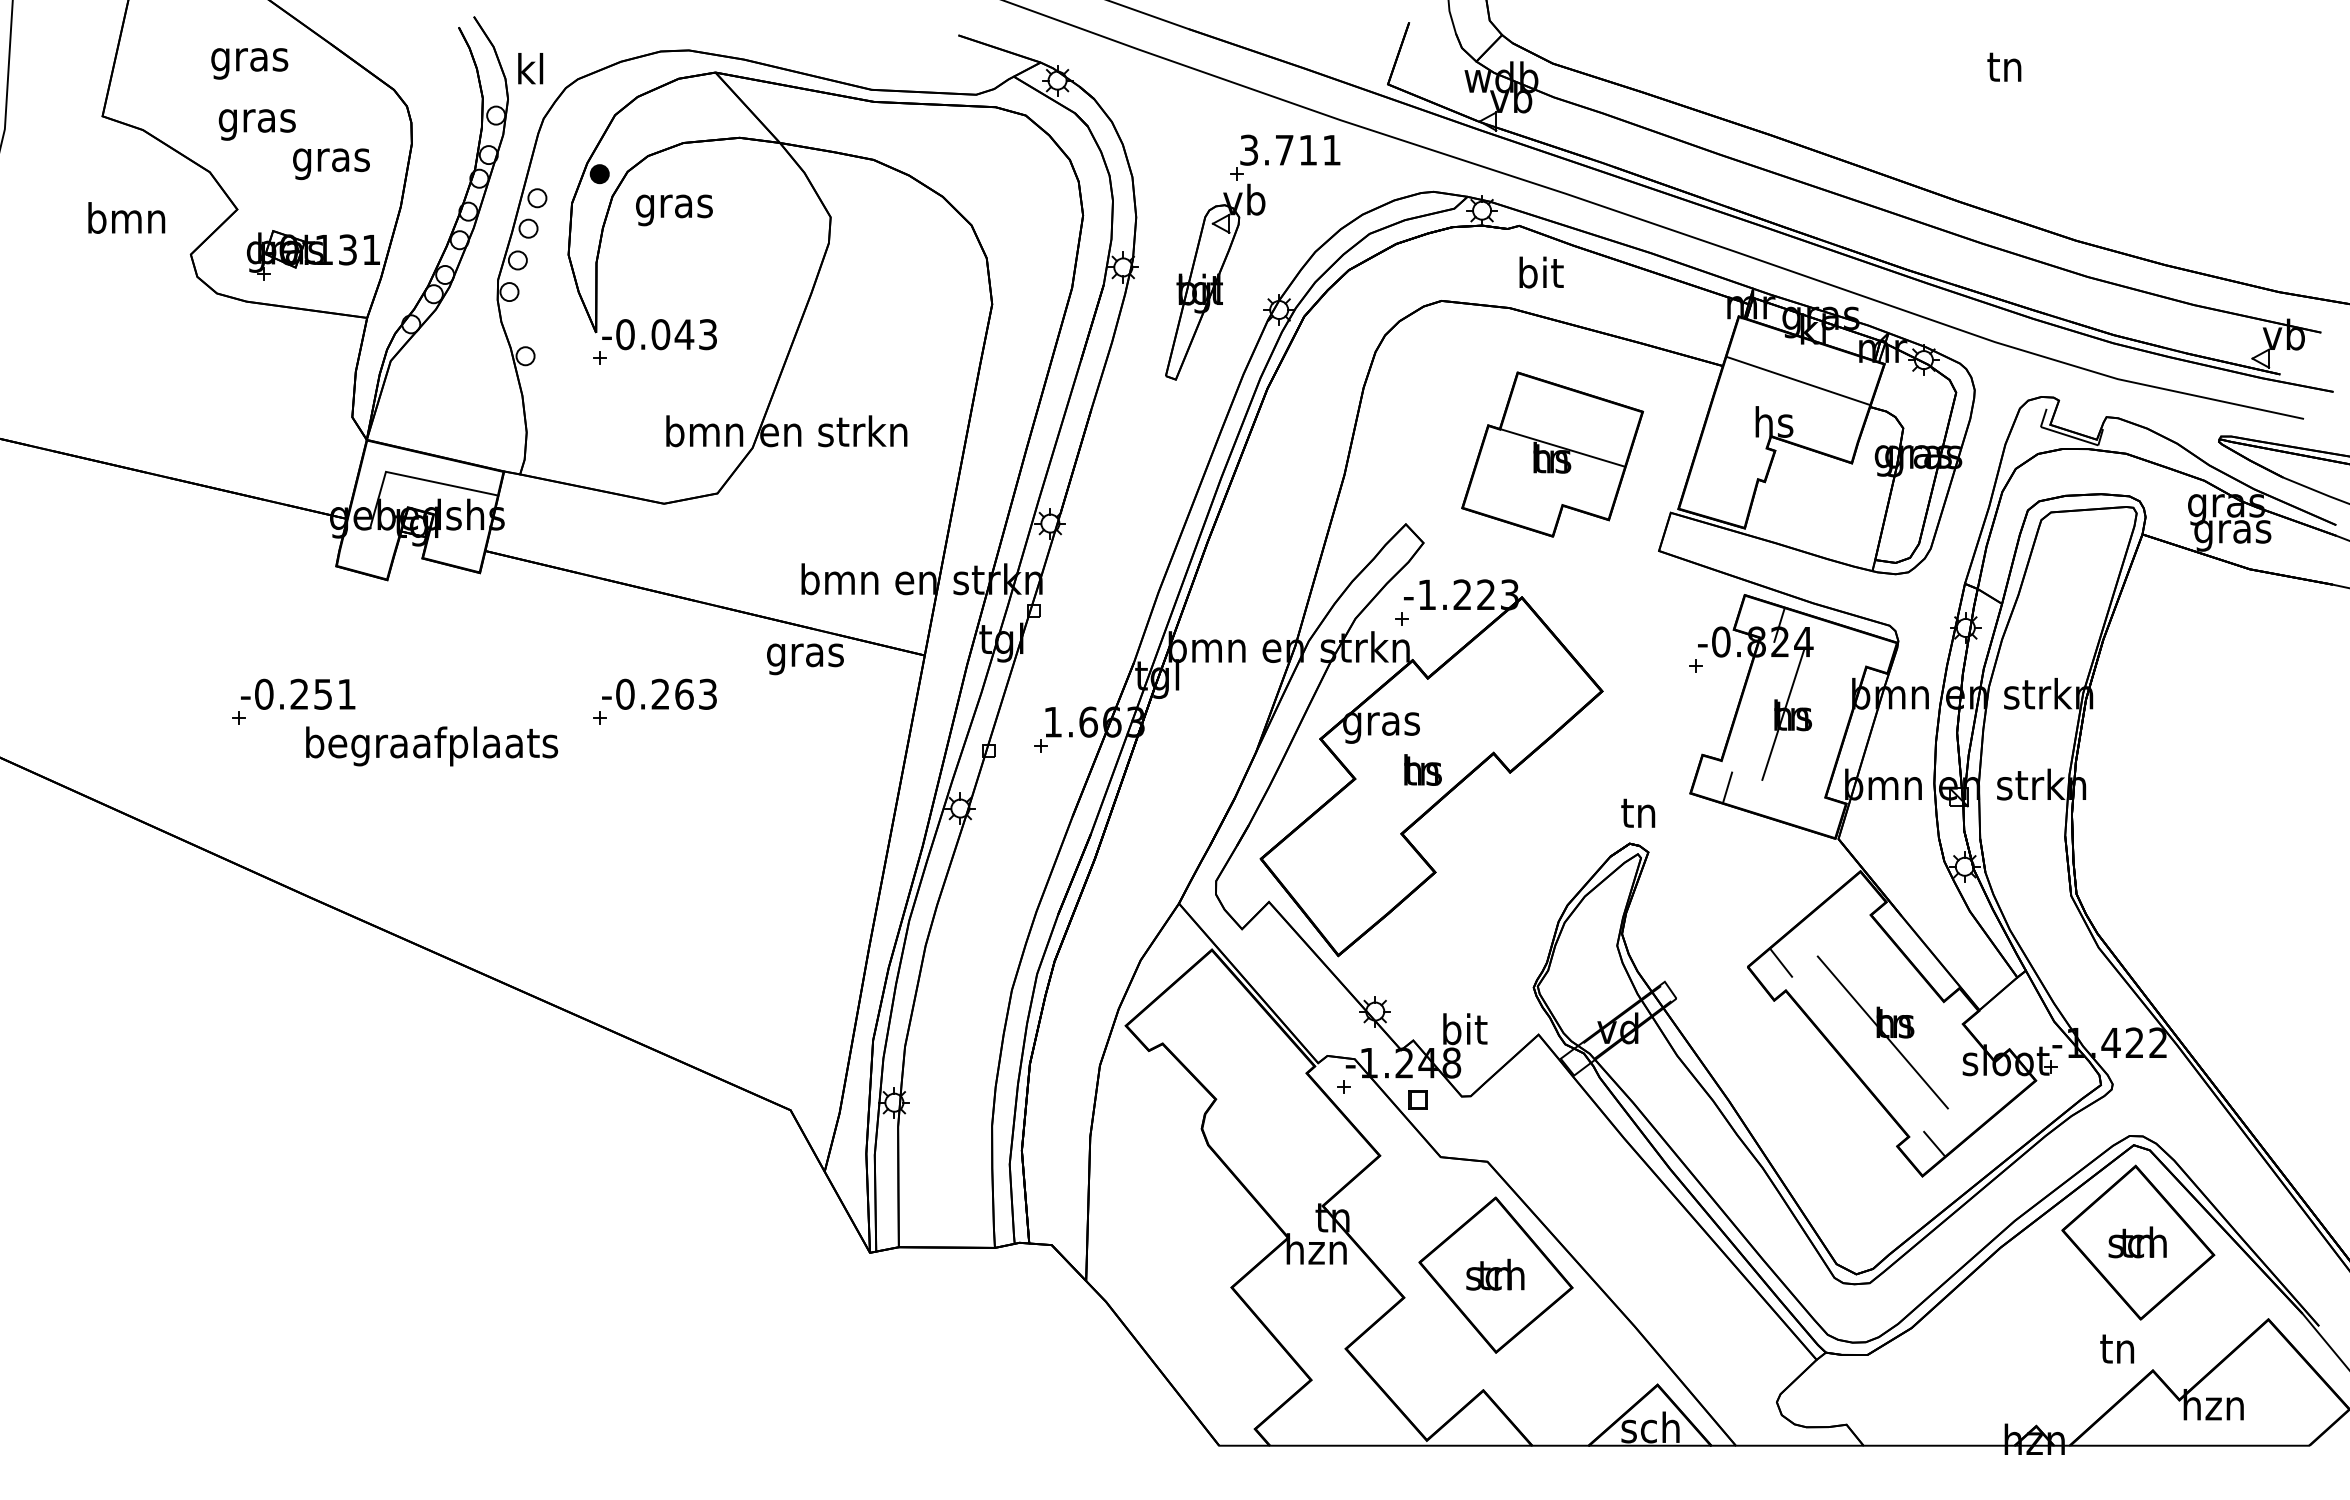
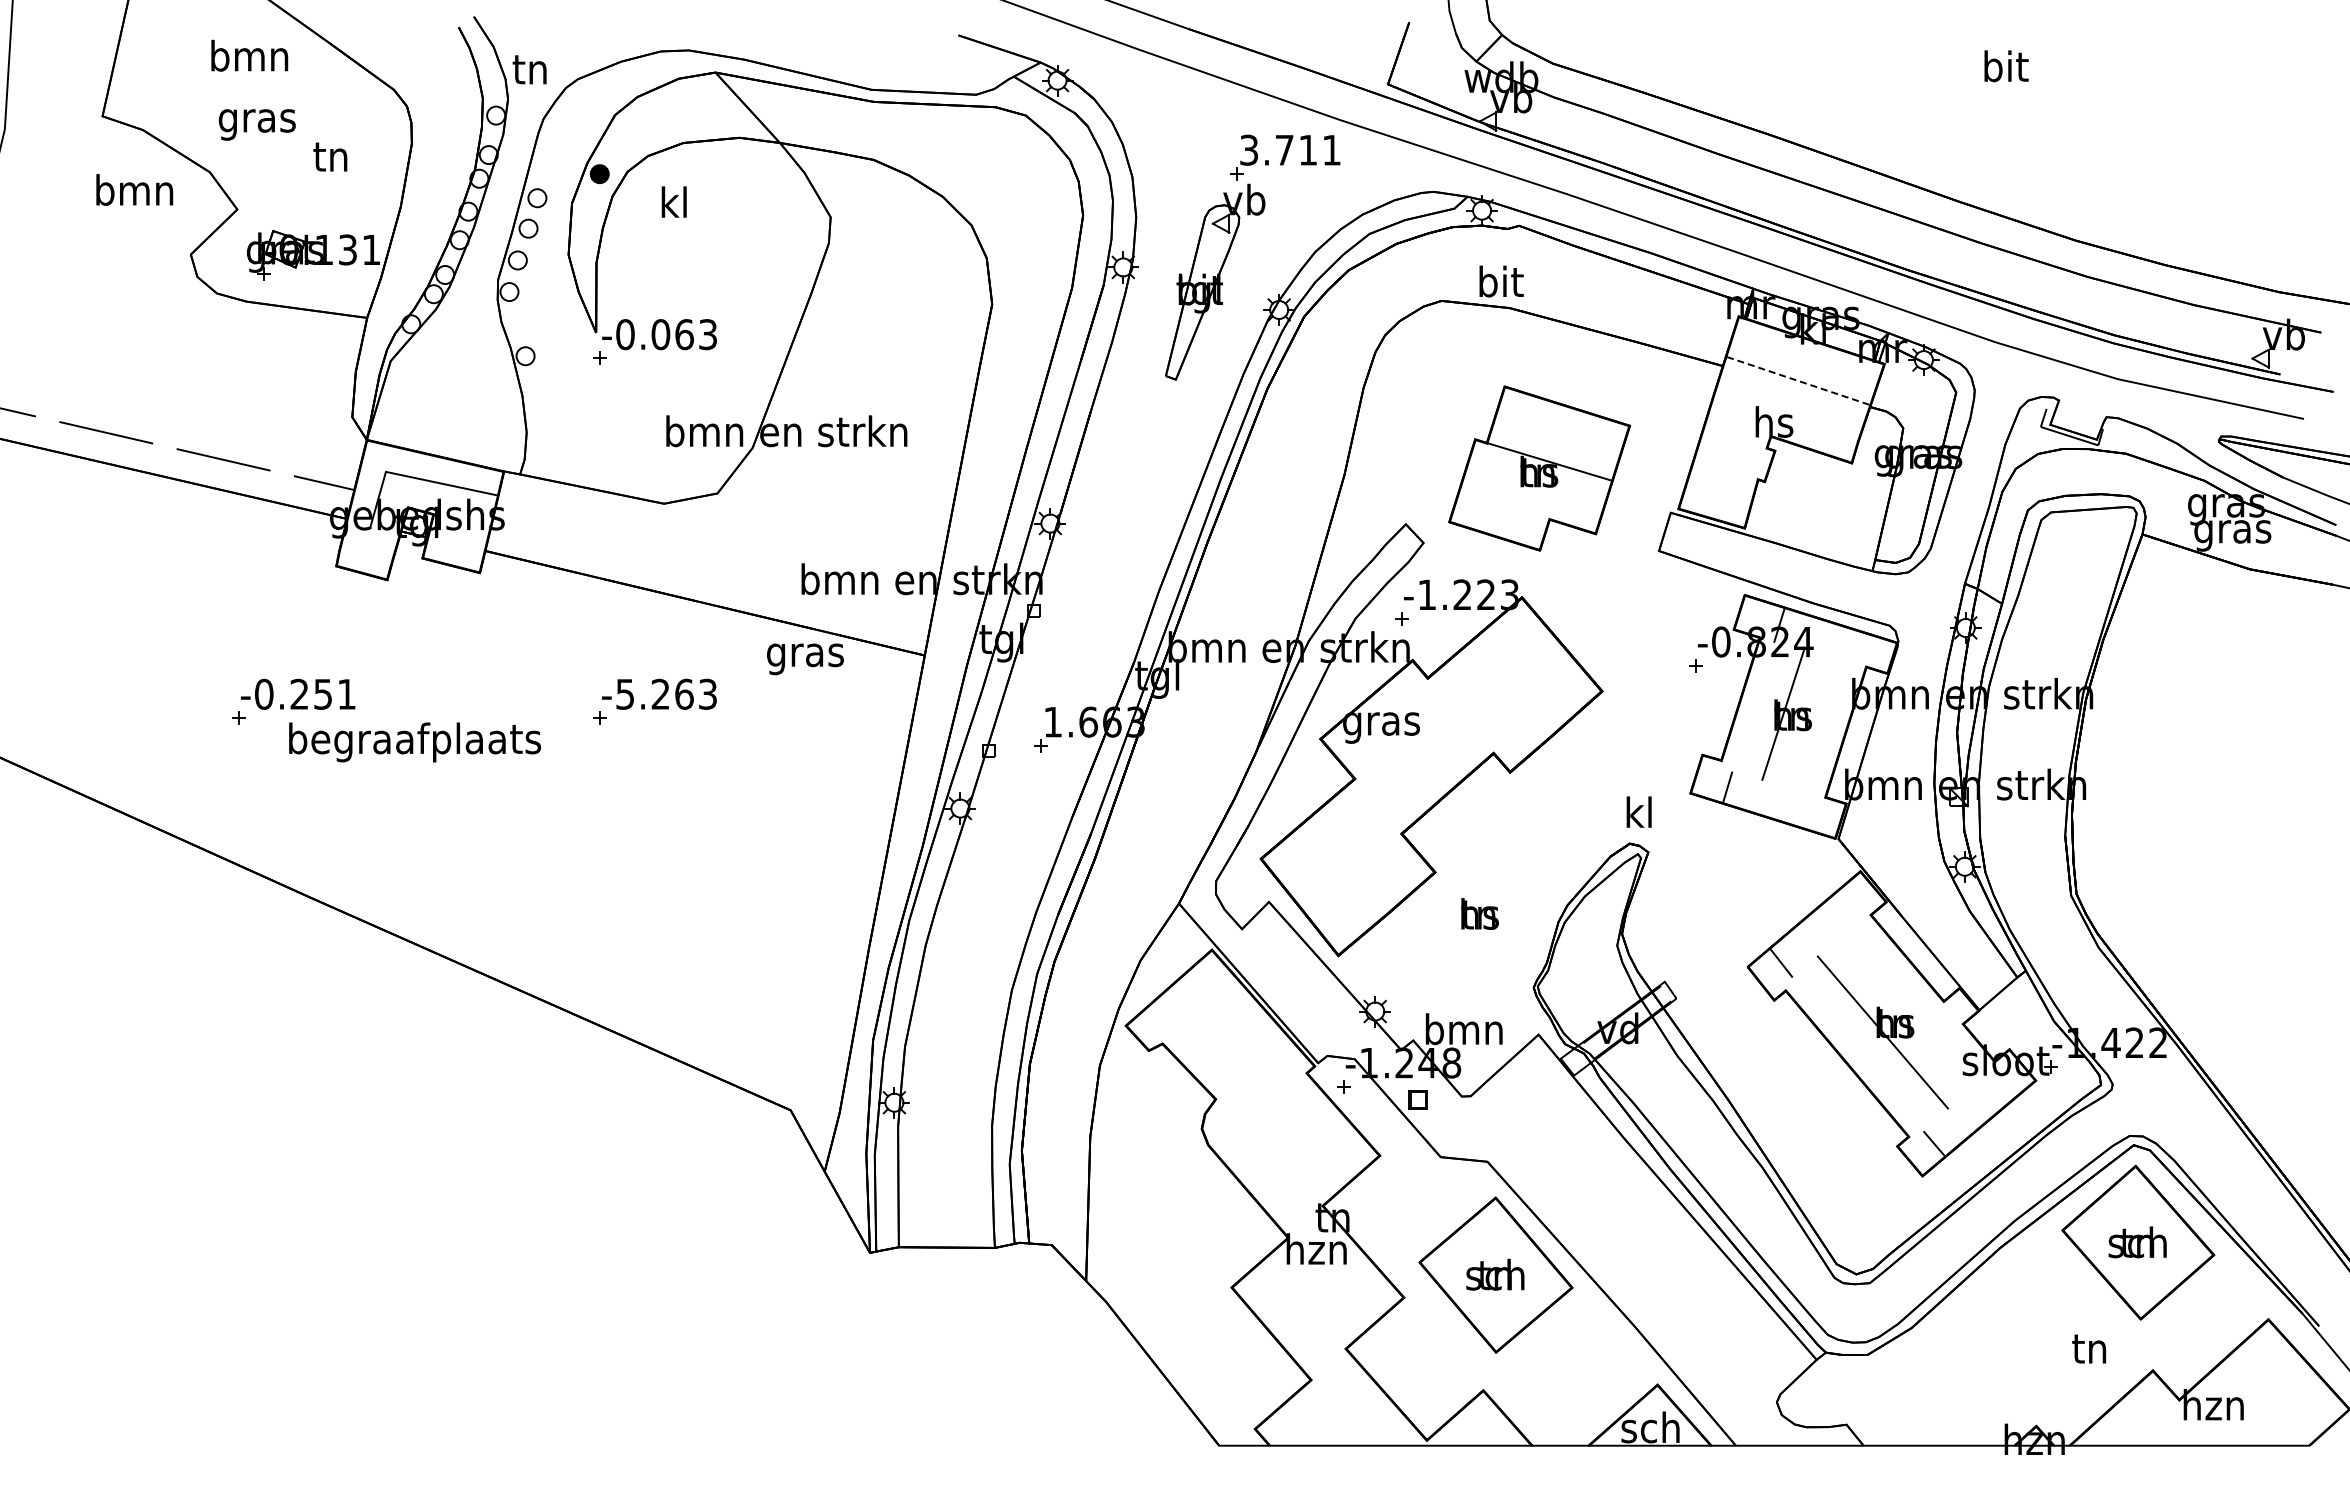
text at (249, 59): gras -> bmn
text at (2006, 66): tn -> bit
text at (529, 68): kl -> tn
text at (331, 161): gras -> tn
text at (674, 206): gras -> kl
text at (126, 217) position: (126, 217) -> (134, 189)
text at (1541, 272) position: (1541, 272) -> (1501, 281)
text at (684, 334): -0.043 -> -0.063
line at (1798, 381): solid -> dashed
part at (1552, 454) position: (1552, 454) -> (1539, 468)
line at (174, 479) position: (174, 479) -> (178, 449)
text at (625, 693): -0.263 -> -5.263
text at (432, 746) position: (432, 746) -> (415, 742)
text at (1422, 769) position: (1422, 769) -> (1479, 913)
text at (1638, 811): tn -> kl
text at (1463, 1029): bit -> bmn
text at (2117, 1348) position: (2117, 1348) -> (2089, 1348)
